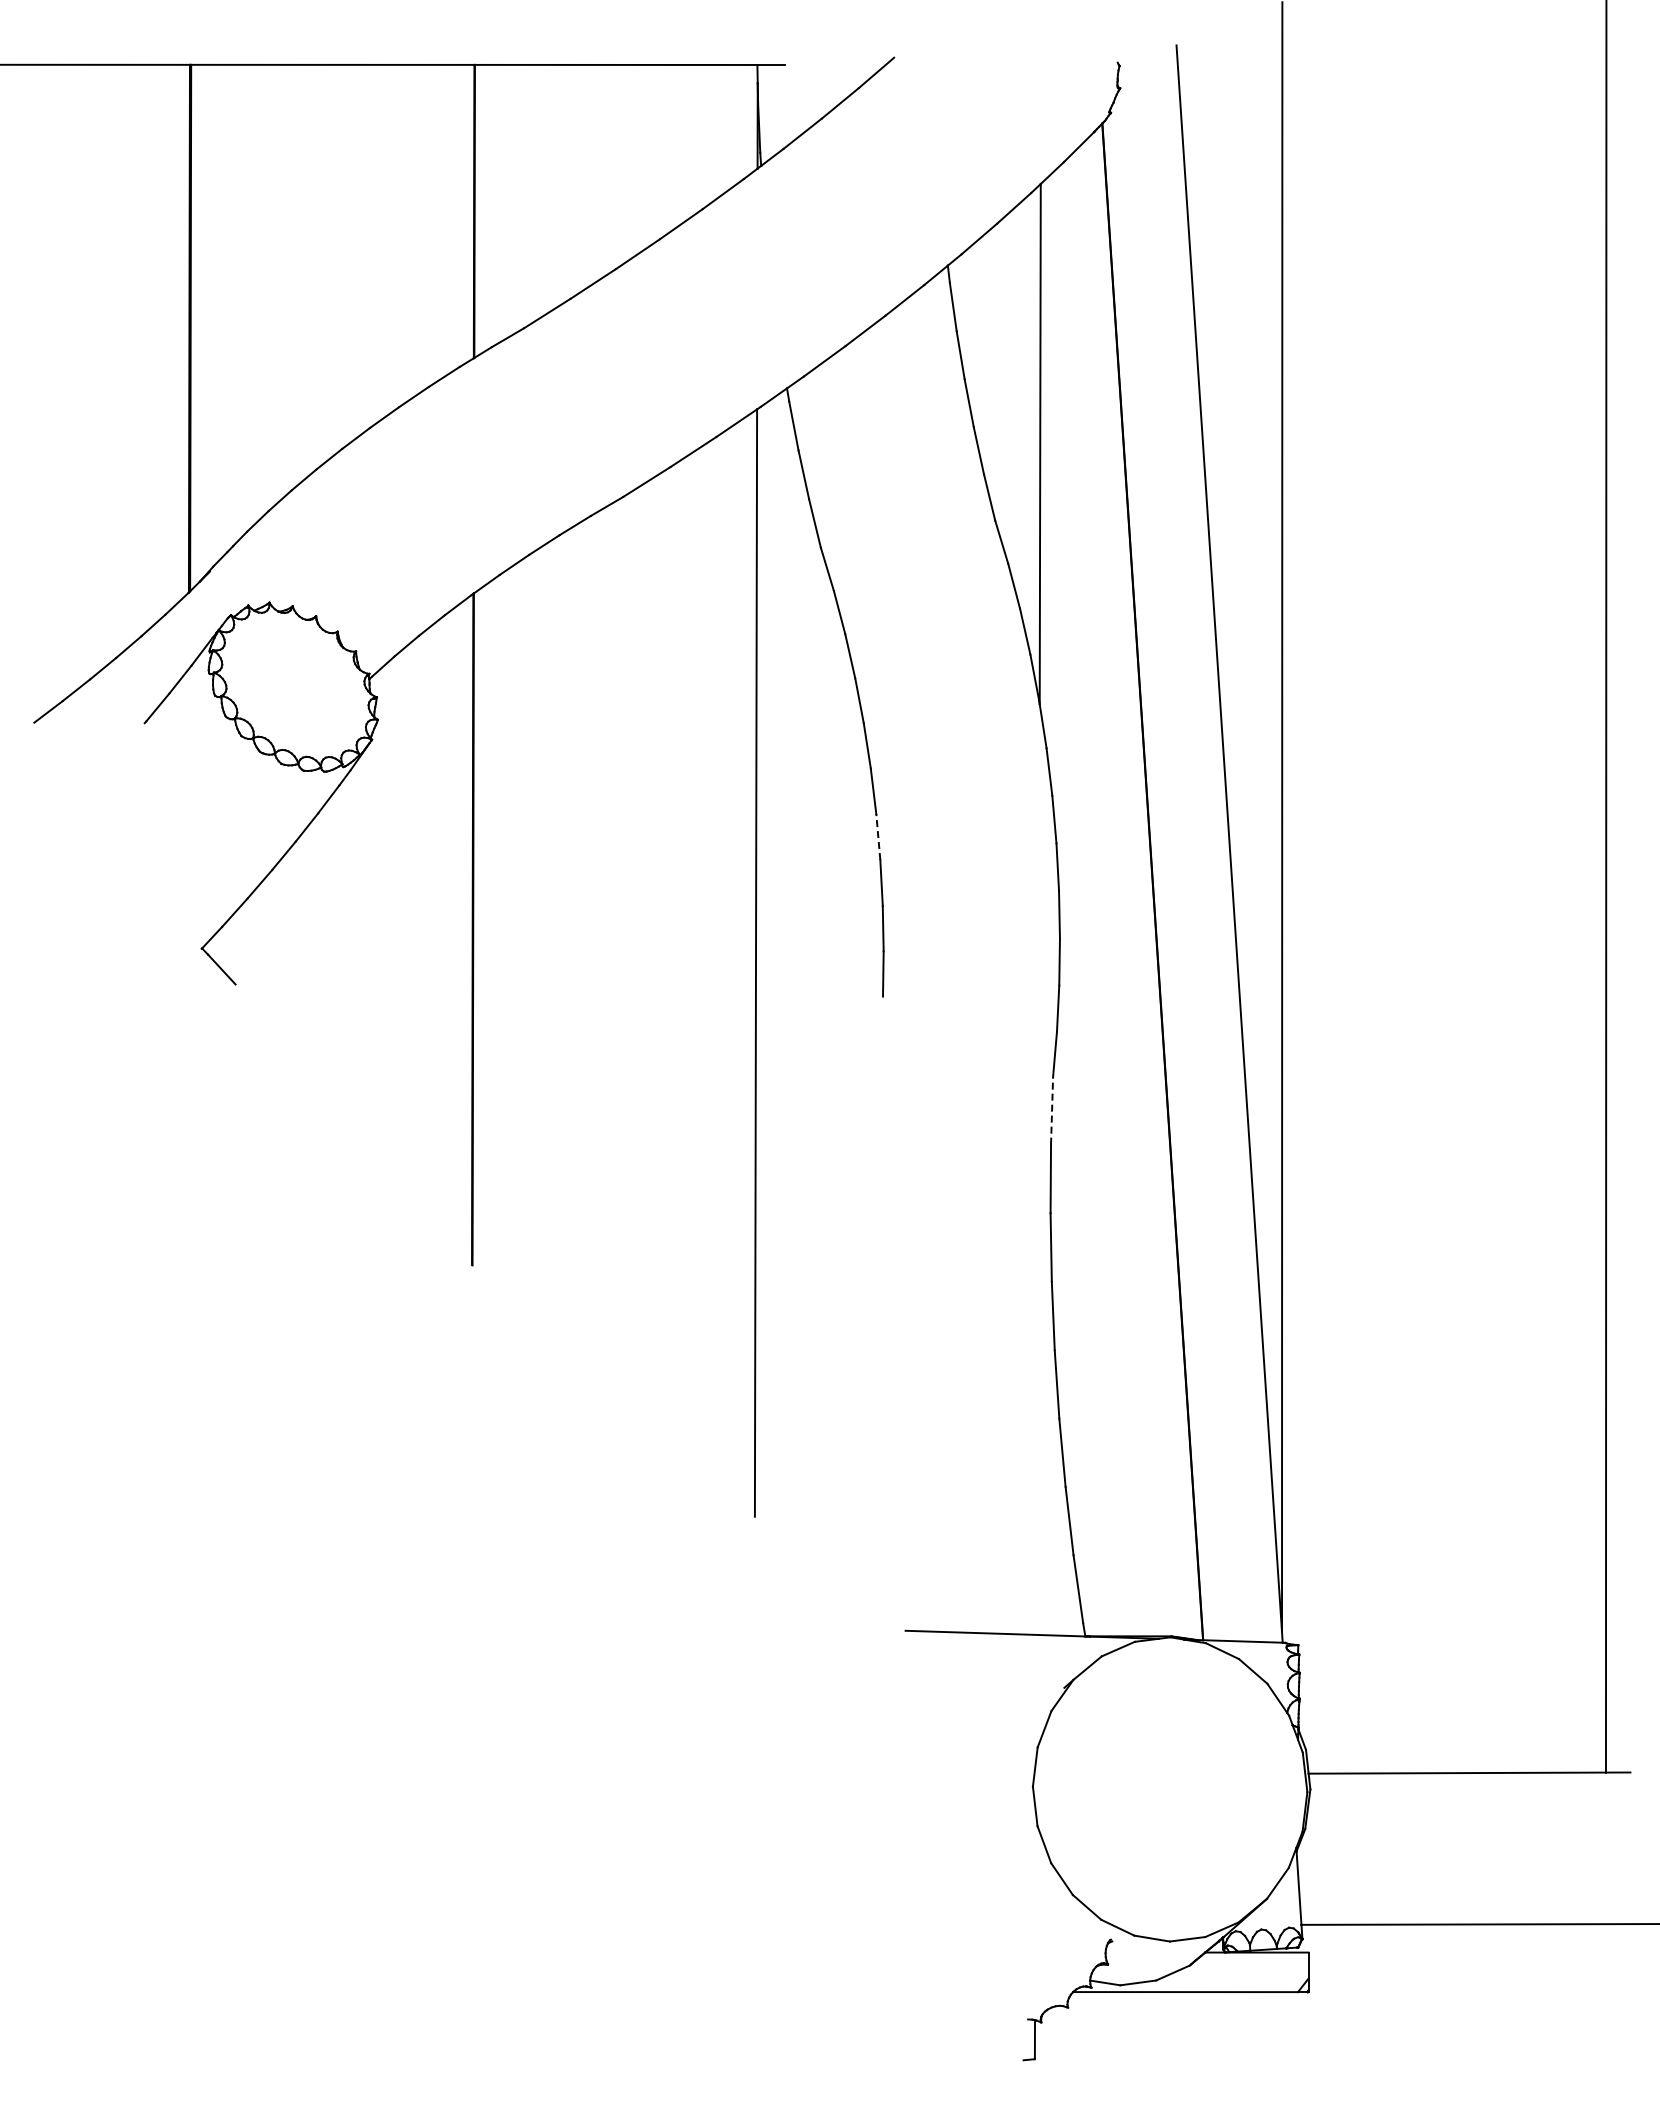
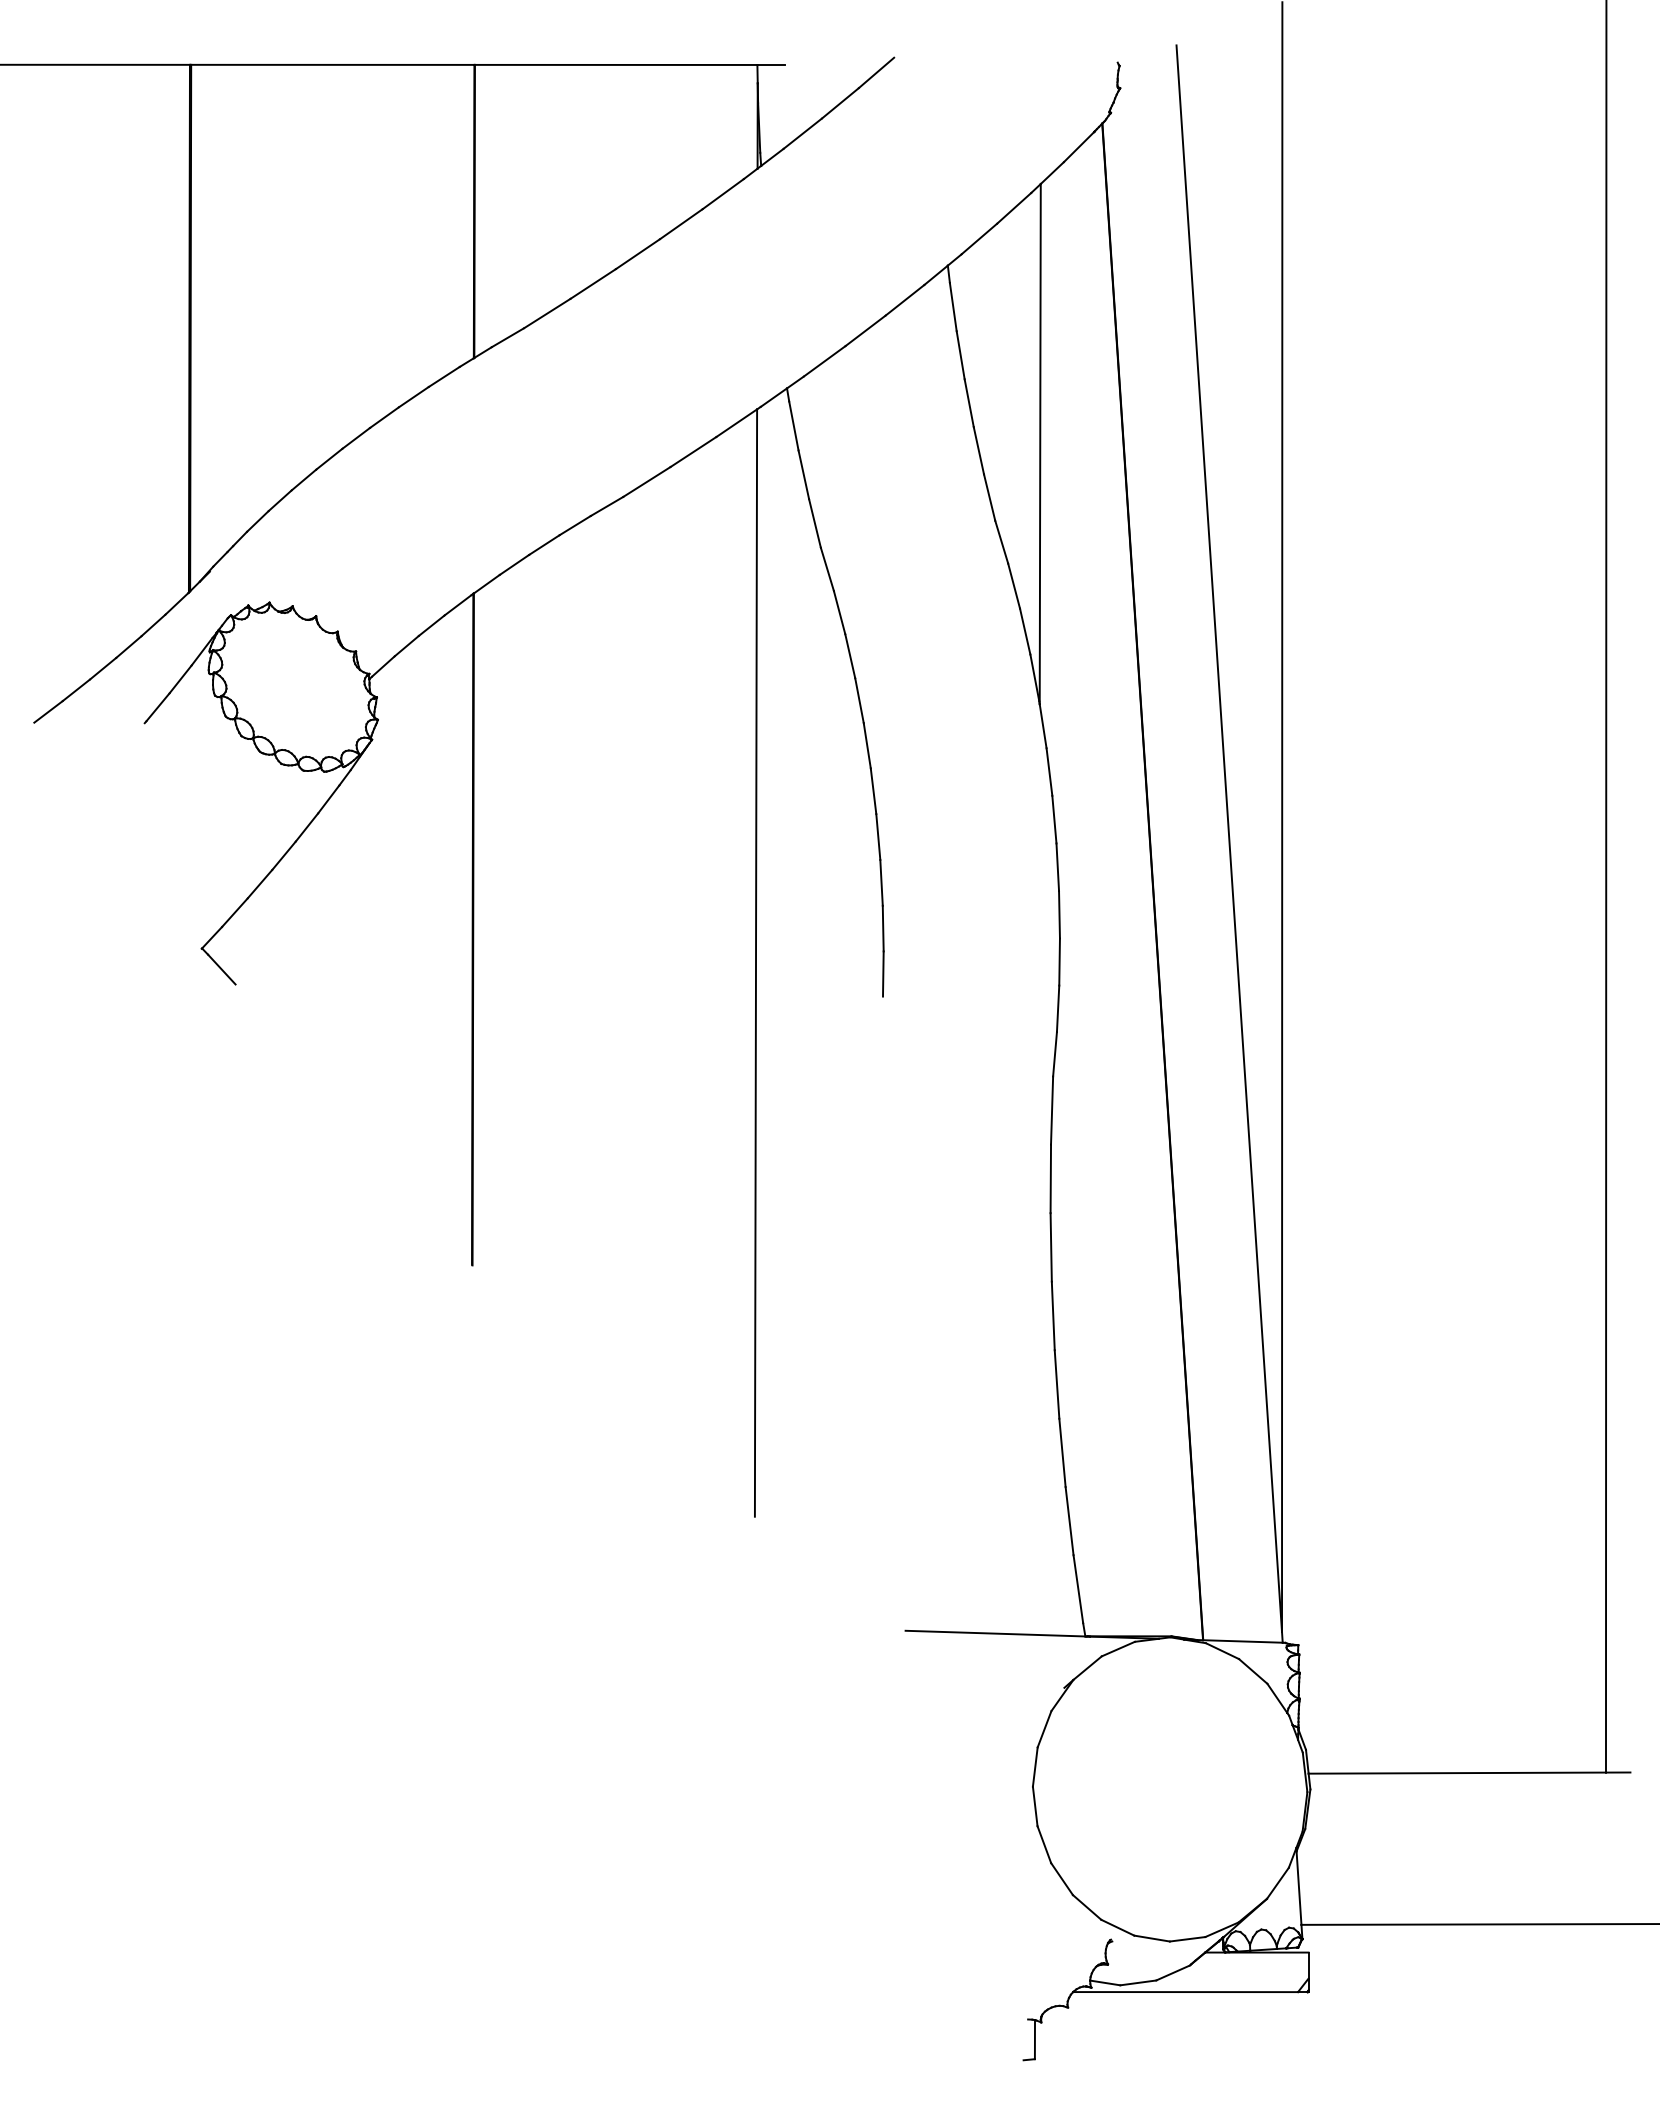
line at (878, 836): dashed -> solid
line at (1052, 1110): dashed -> solid
